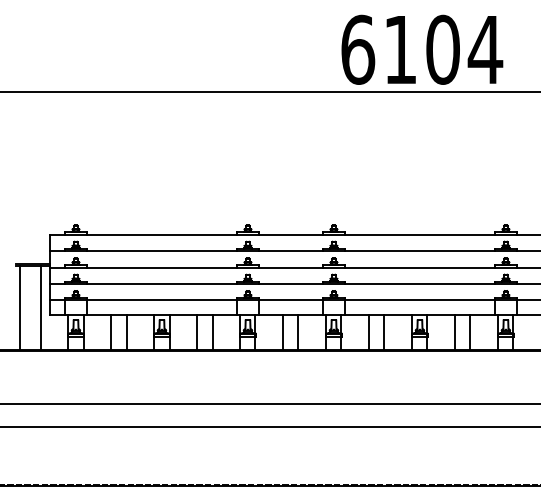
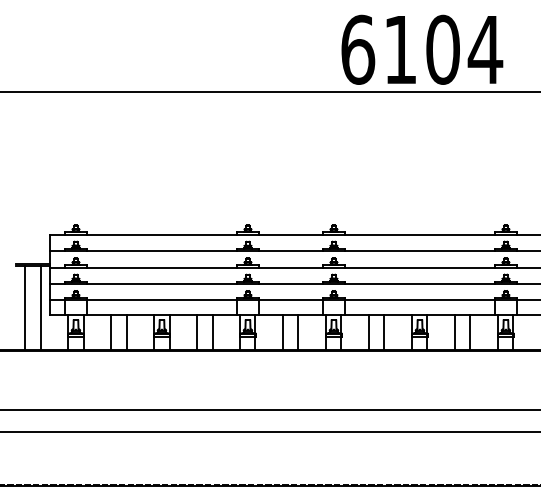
line at (20, 307) position: (20, 307) -> (25, 307)
line at (269, 404) position: (269, 404) -> (269, 410)
line at (269, 426) position: (269, 426) -> (269, 431)
